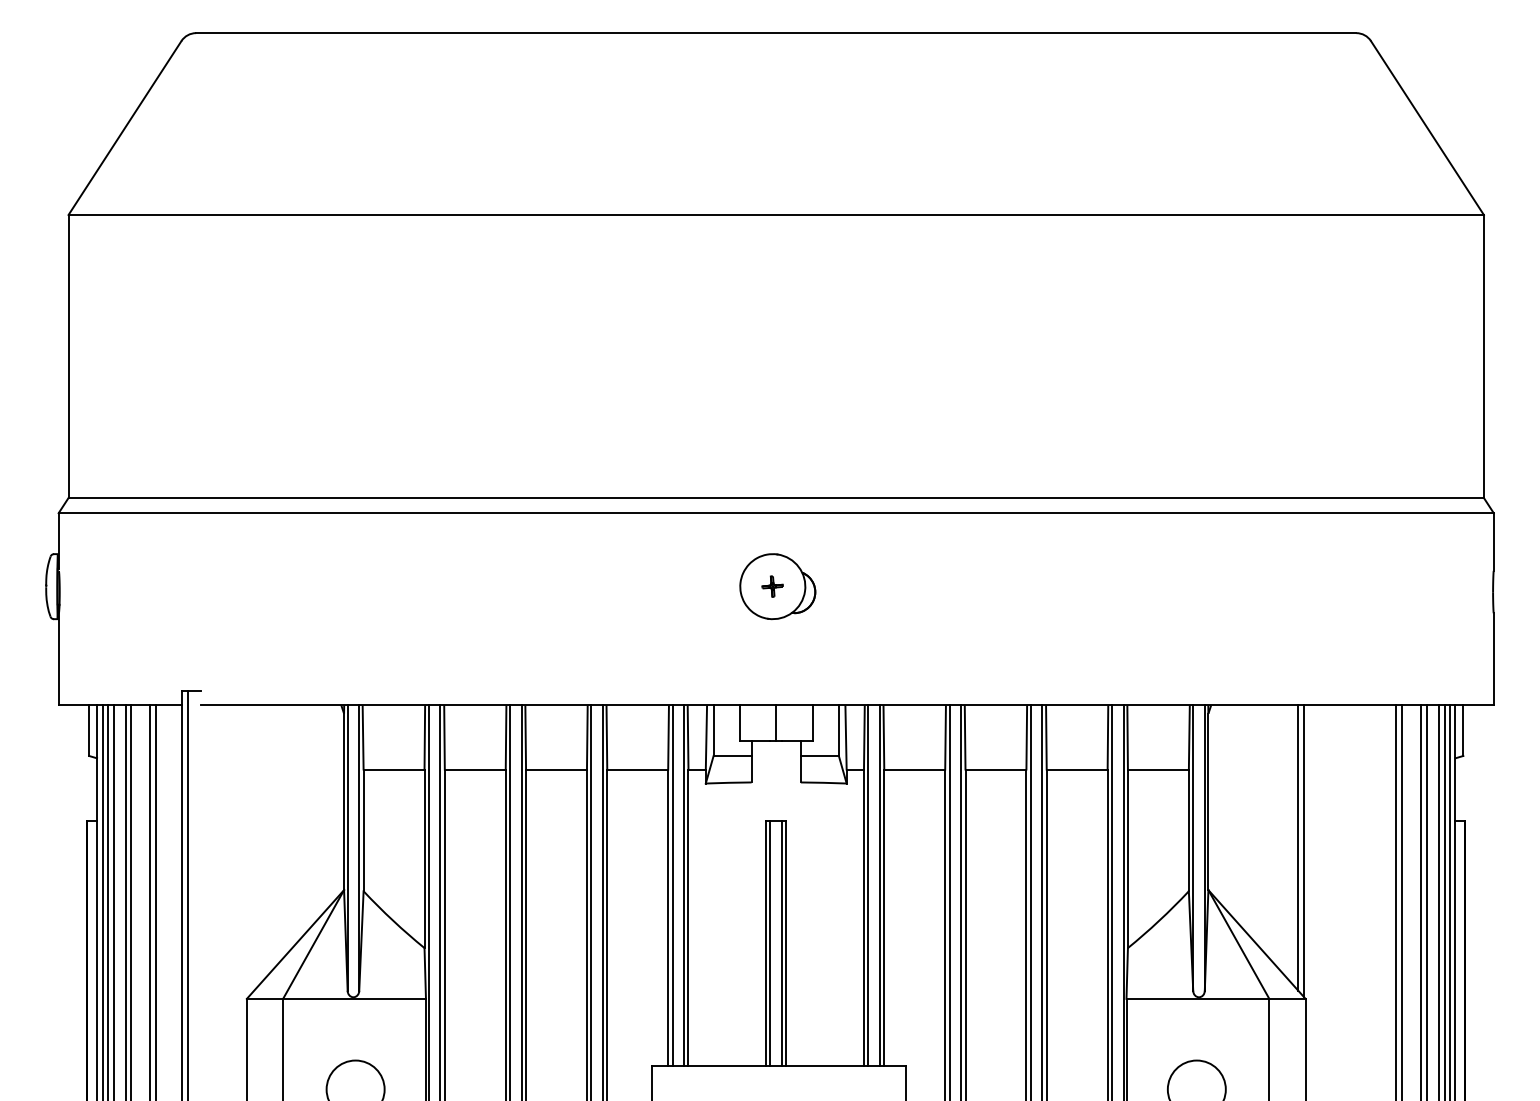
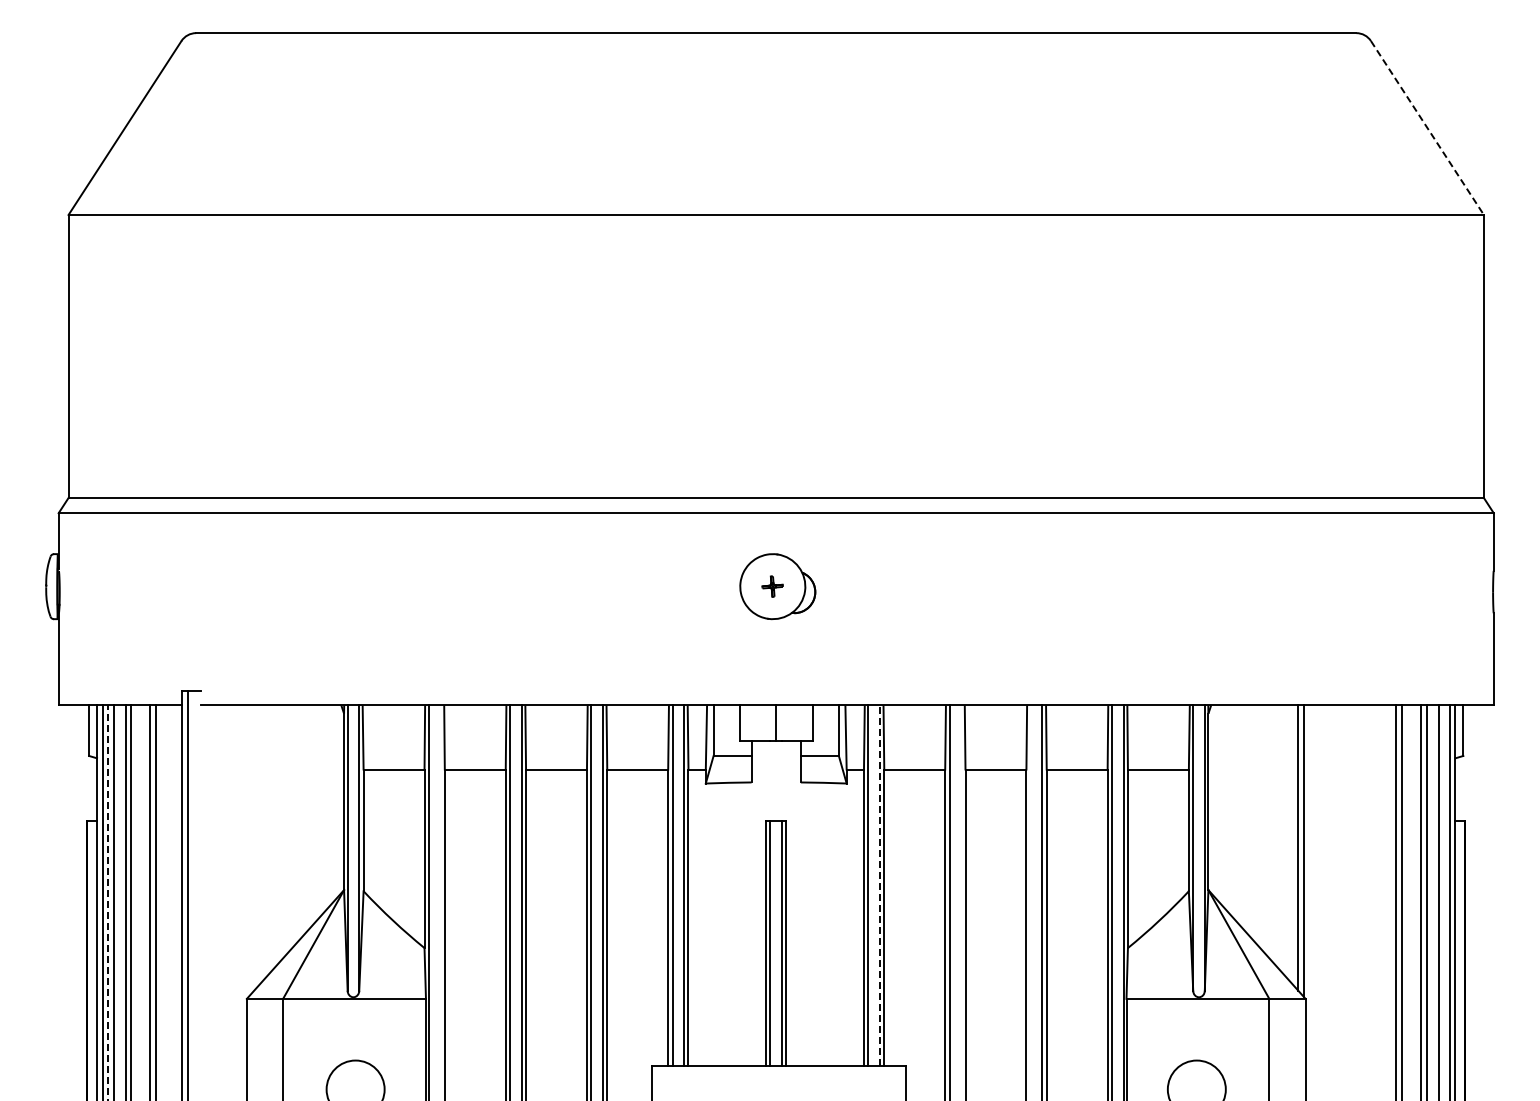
line at (1427, 128): solid -> dashed
line at (879, 885): solid -> dashed
line at (440, 901): present -> none
line at (961, 901): present -> none
line at (1030, 901): present -> none
line at (1444, 901): present -> none
line at (107, 902): solid -> dashed
